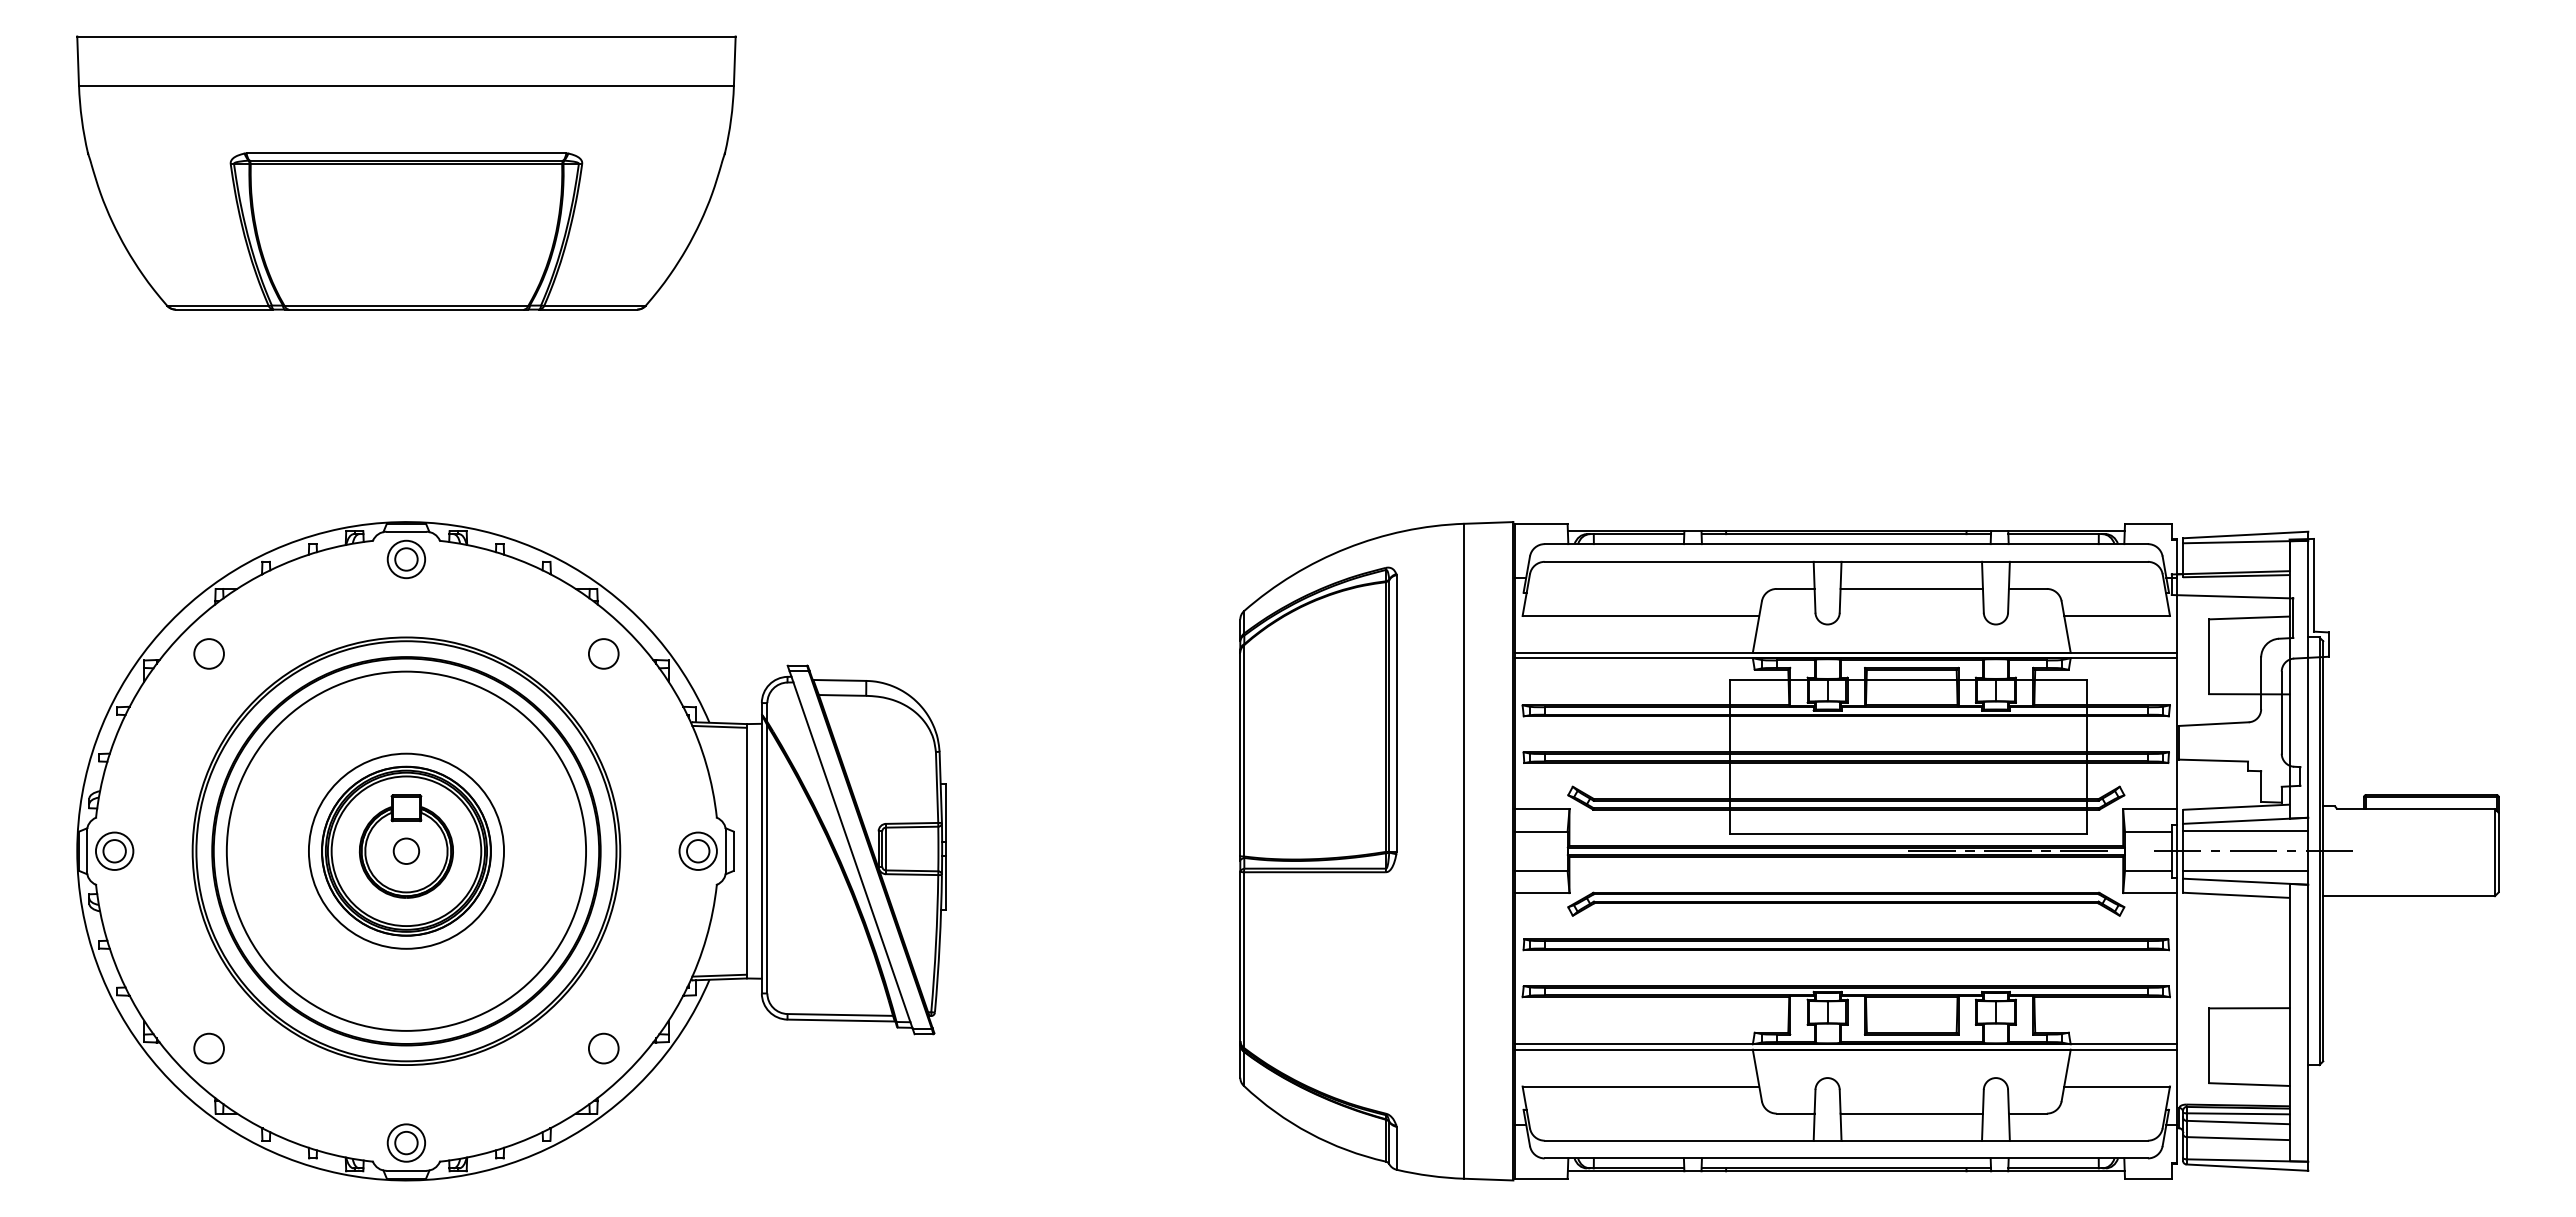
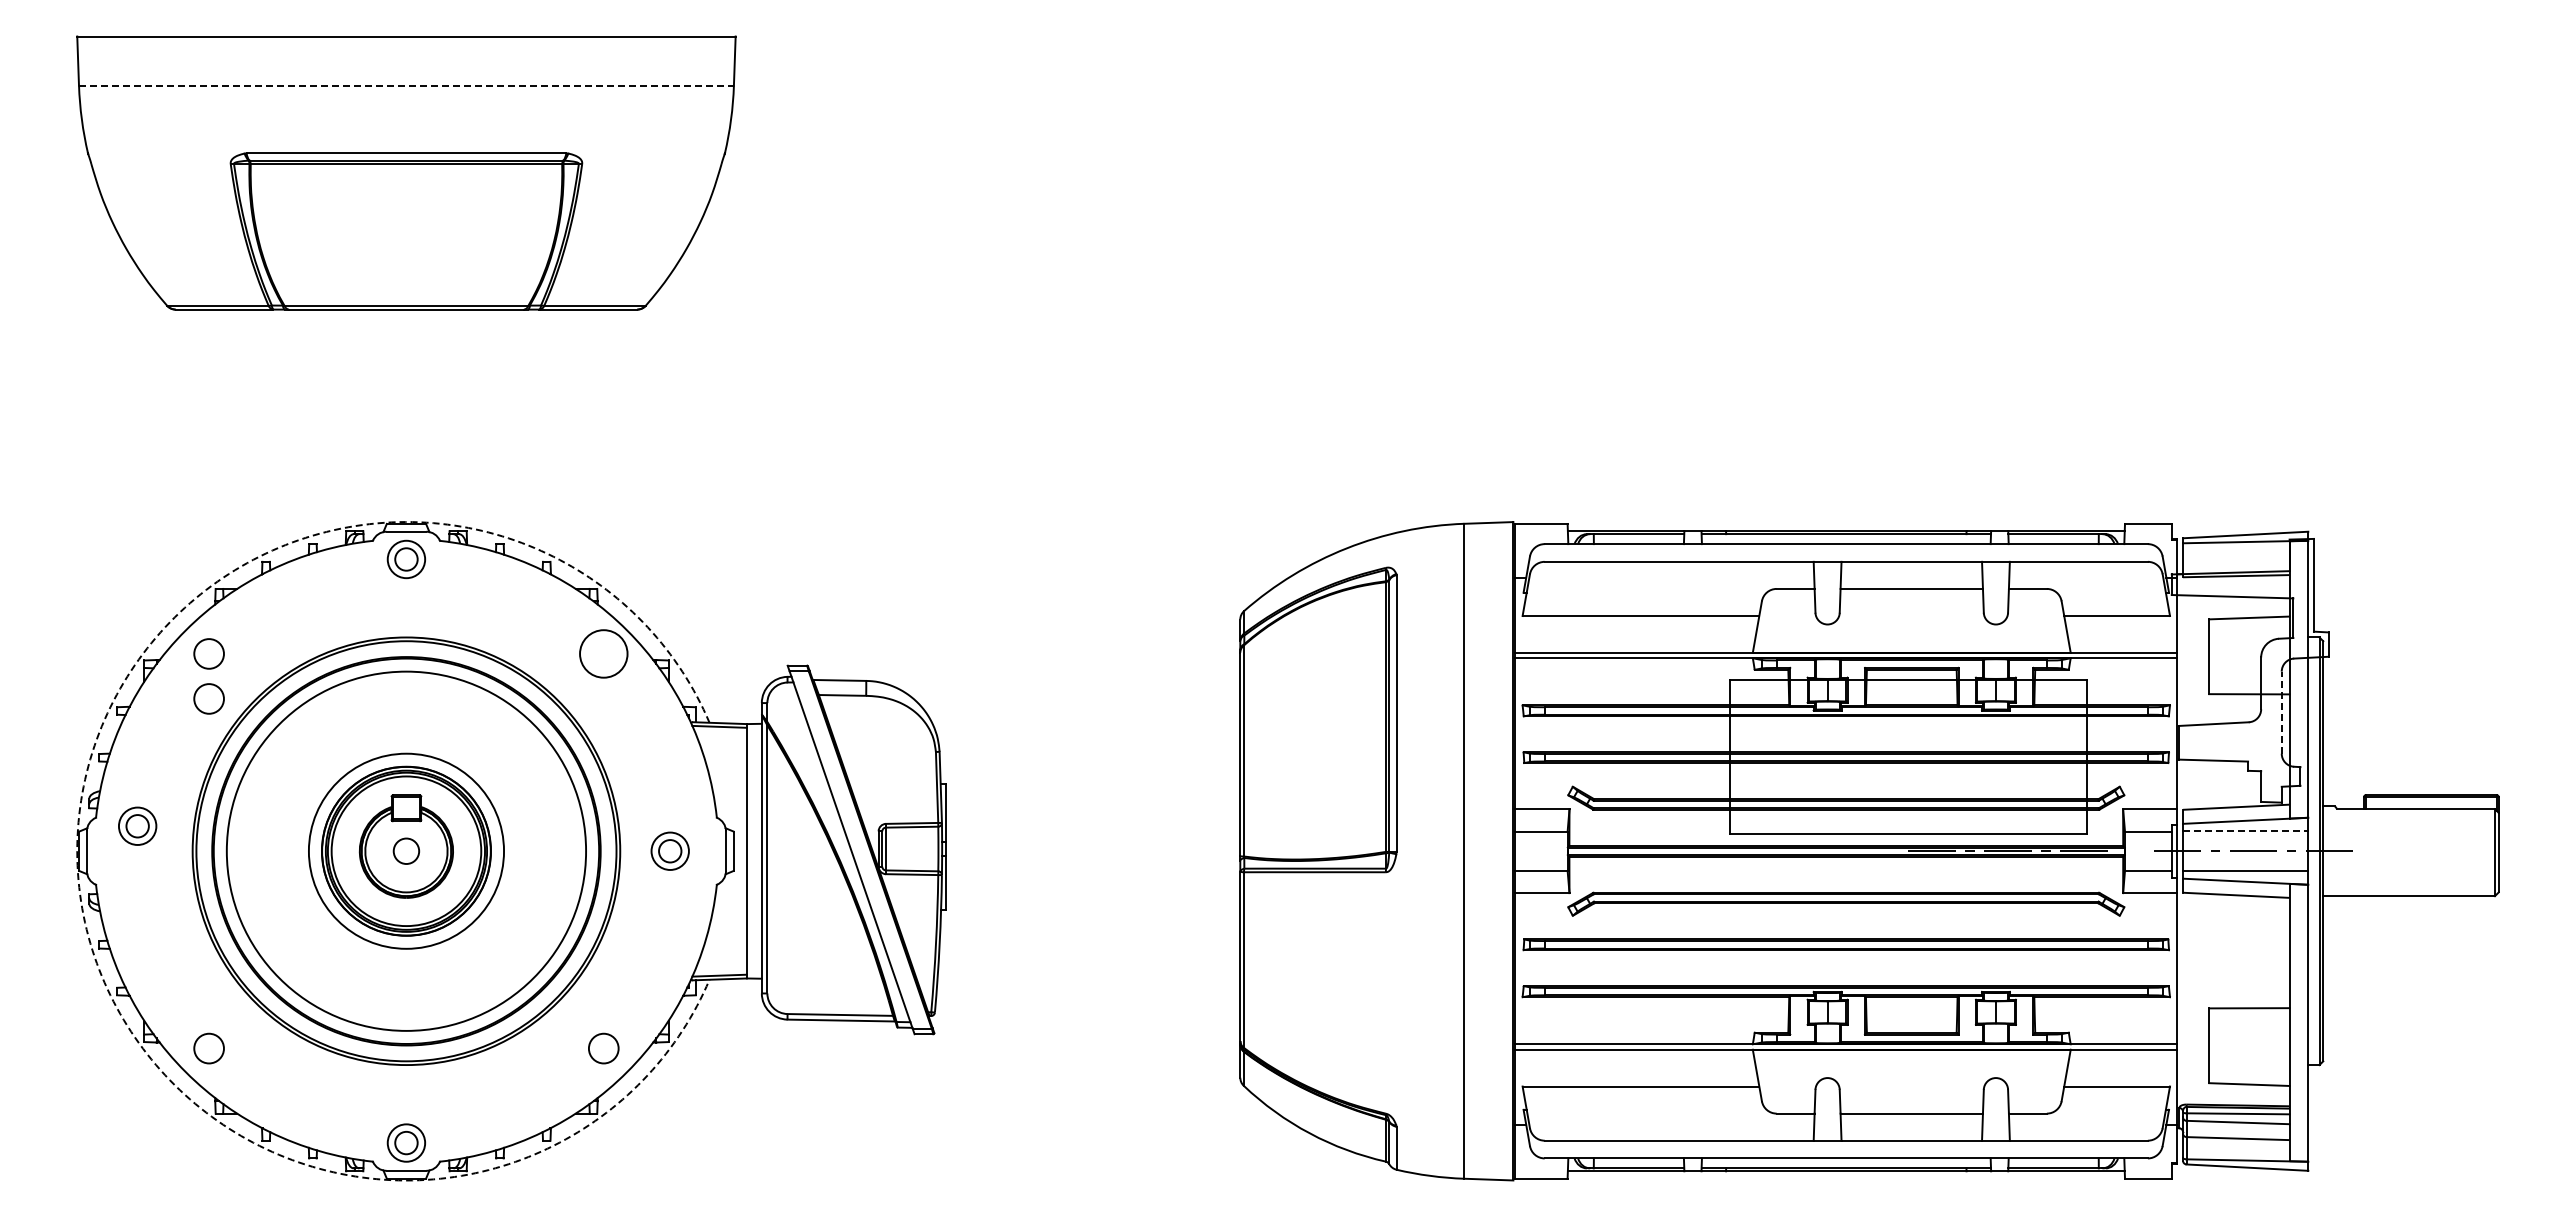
line at (406, 85): solid -> dashed
circle at (603, 653) diameter: 30 px -> 48 px
circle at (208, 698): none -> present
line at (2281, 712): solid -> dashed
line at (2245, 831): solid -> dashed
part at (114, 850) position: (114, 850) -> (137, 825)
part at (697, 850) position: (697, 850) -> (669, 850)
arc at (77, 851): solid -> dashed
